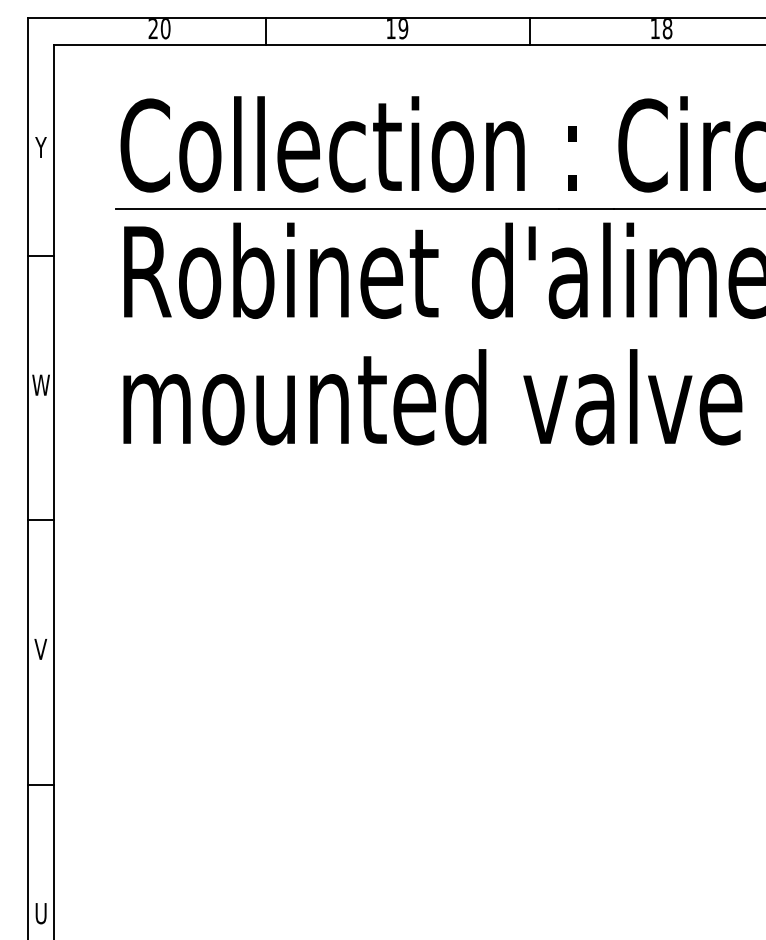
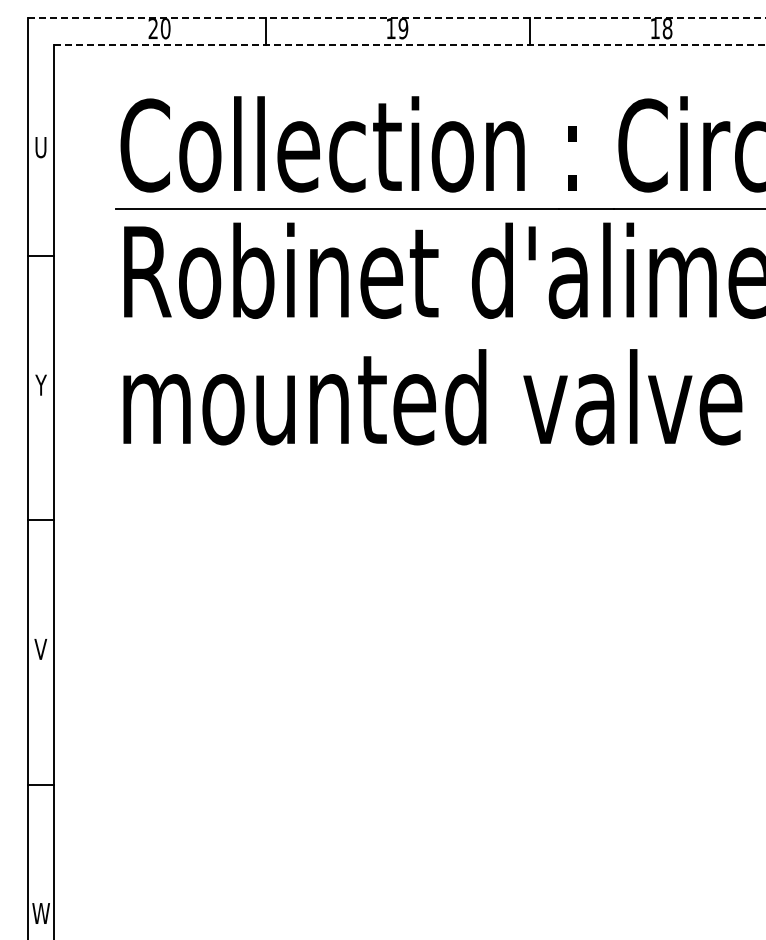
line at (396, 18): solid -> dashed
line at (410, 44): solid -> dashed
text at (40, 147): Y -> U
text at (40, 384): W -> Y
text at (40, 913): U -> W
